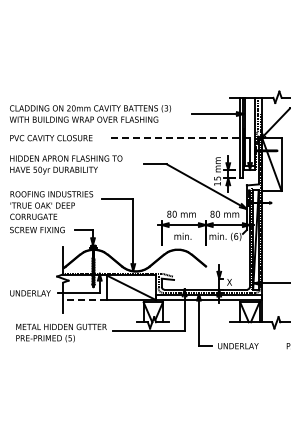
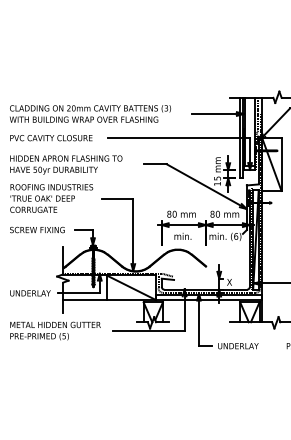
line at (179, 138): dashed -> solid
text at (51, 205) position: (51, 205) -> (51, 198)
line at (85, 300): dashed -> solid
text at (61, 332) position: (61, 332) -> (55, 330)
